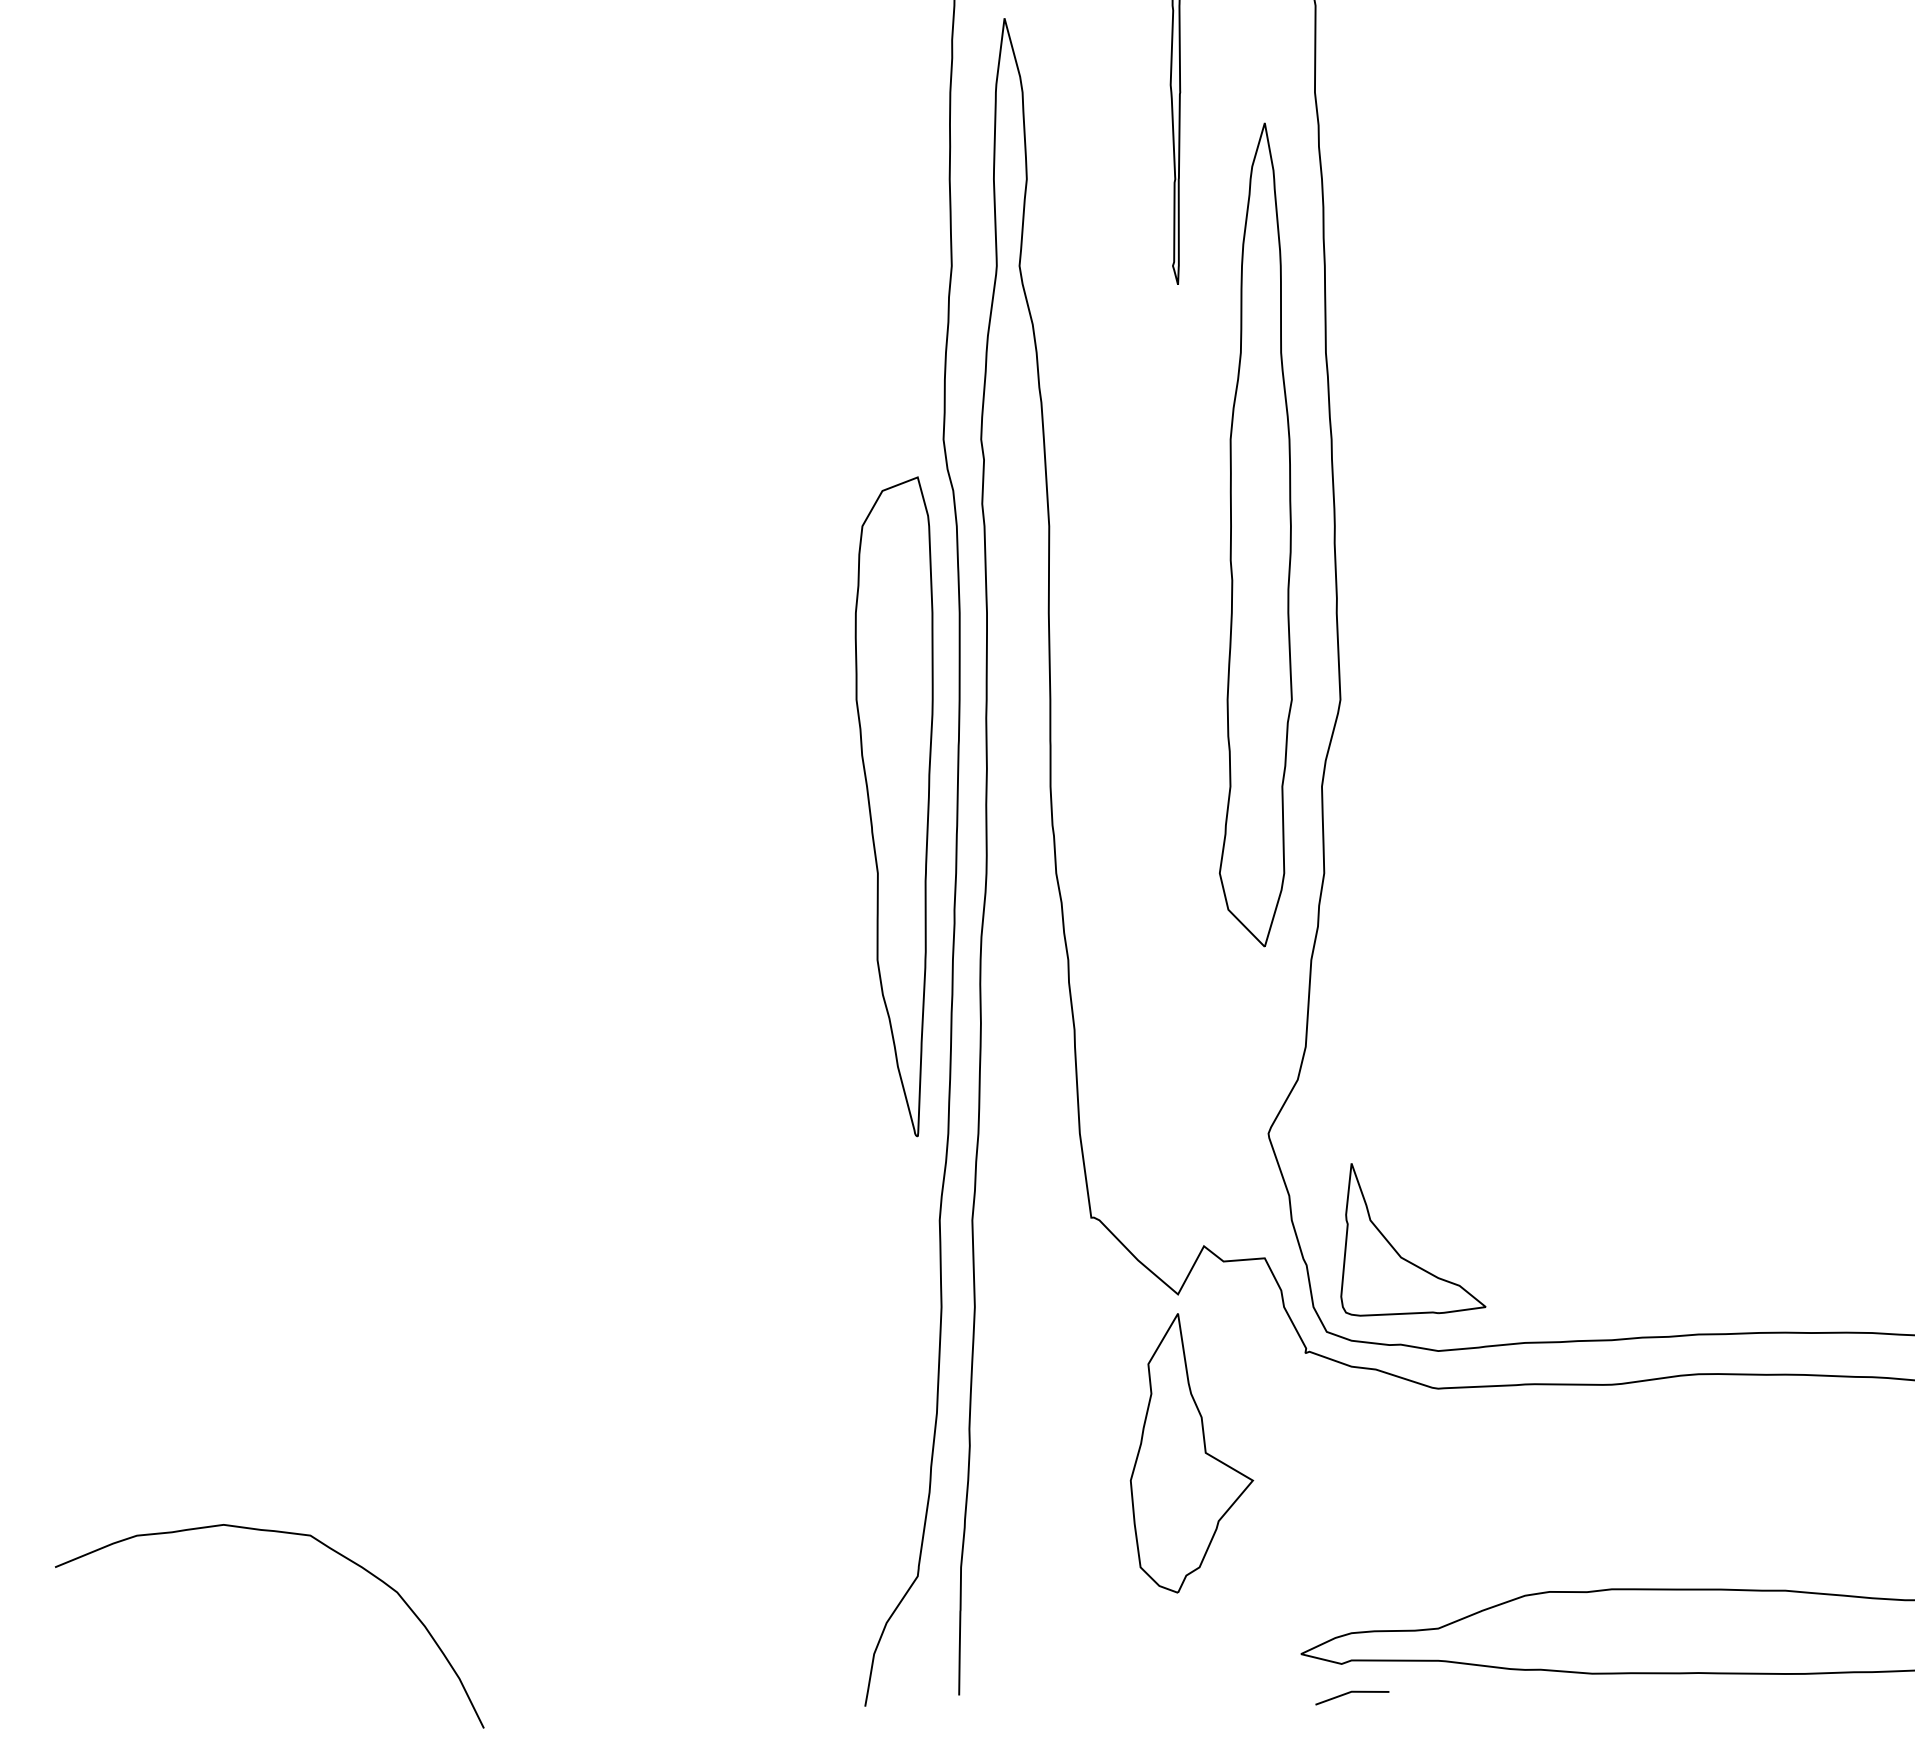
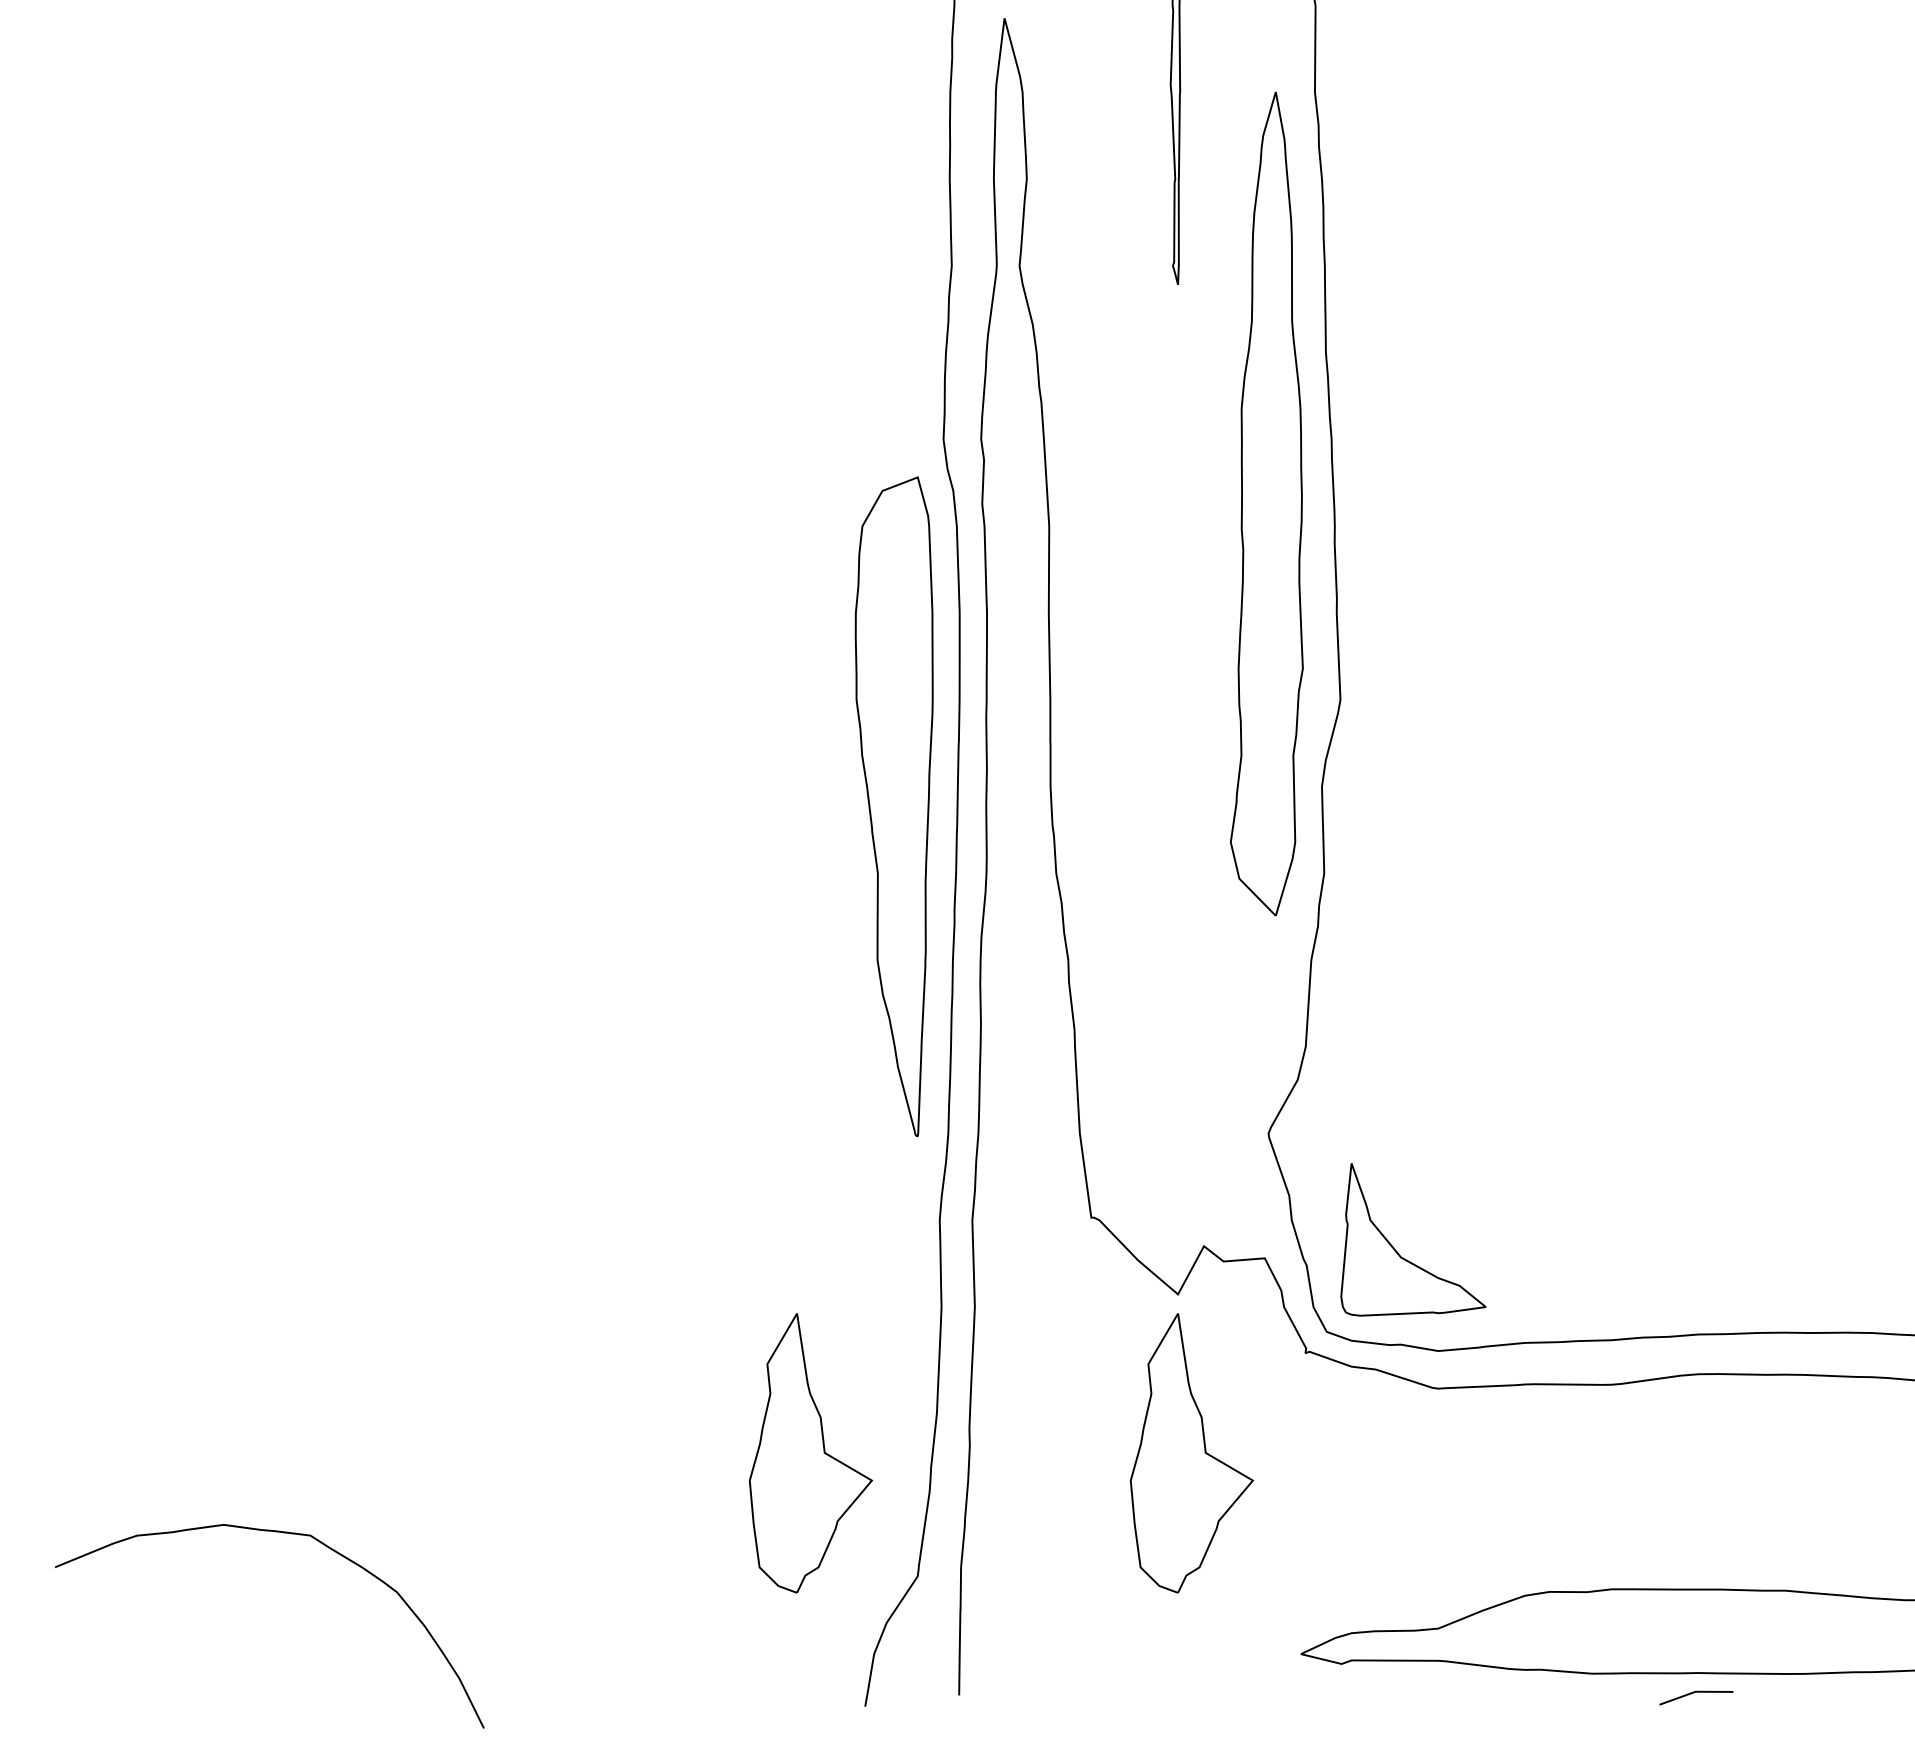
part at (1255, 534) position: (1255, 534) -> (1266, 503)
part at (810, 1453): none -> present
line at (1350, 1693) position: (1350, 1693) -> (1694, 1693)
